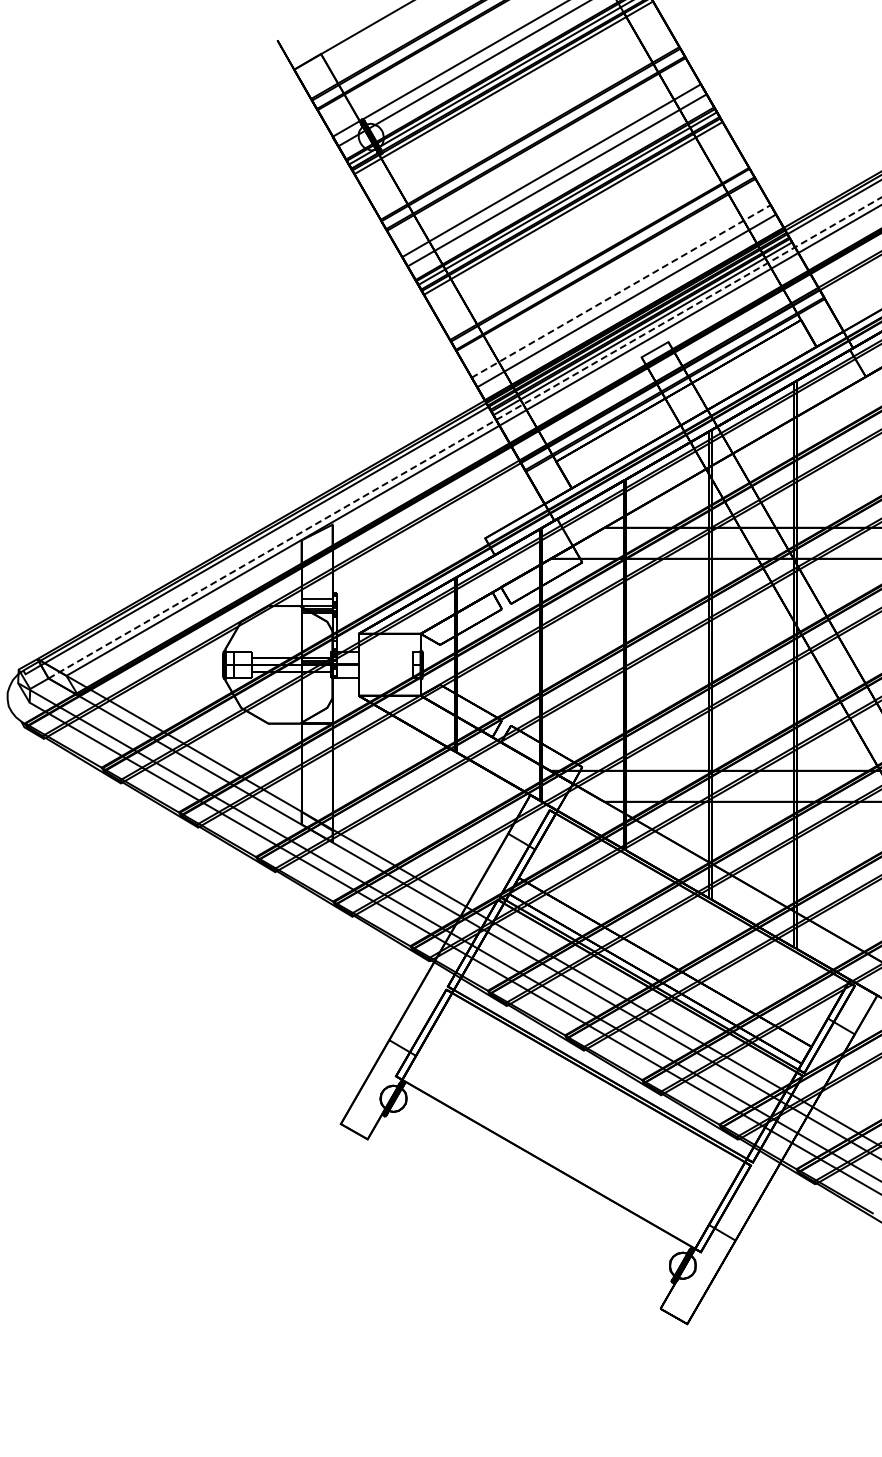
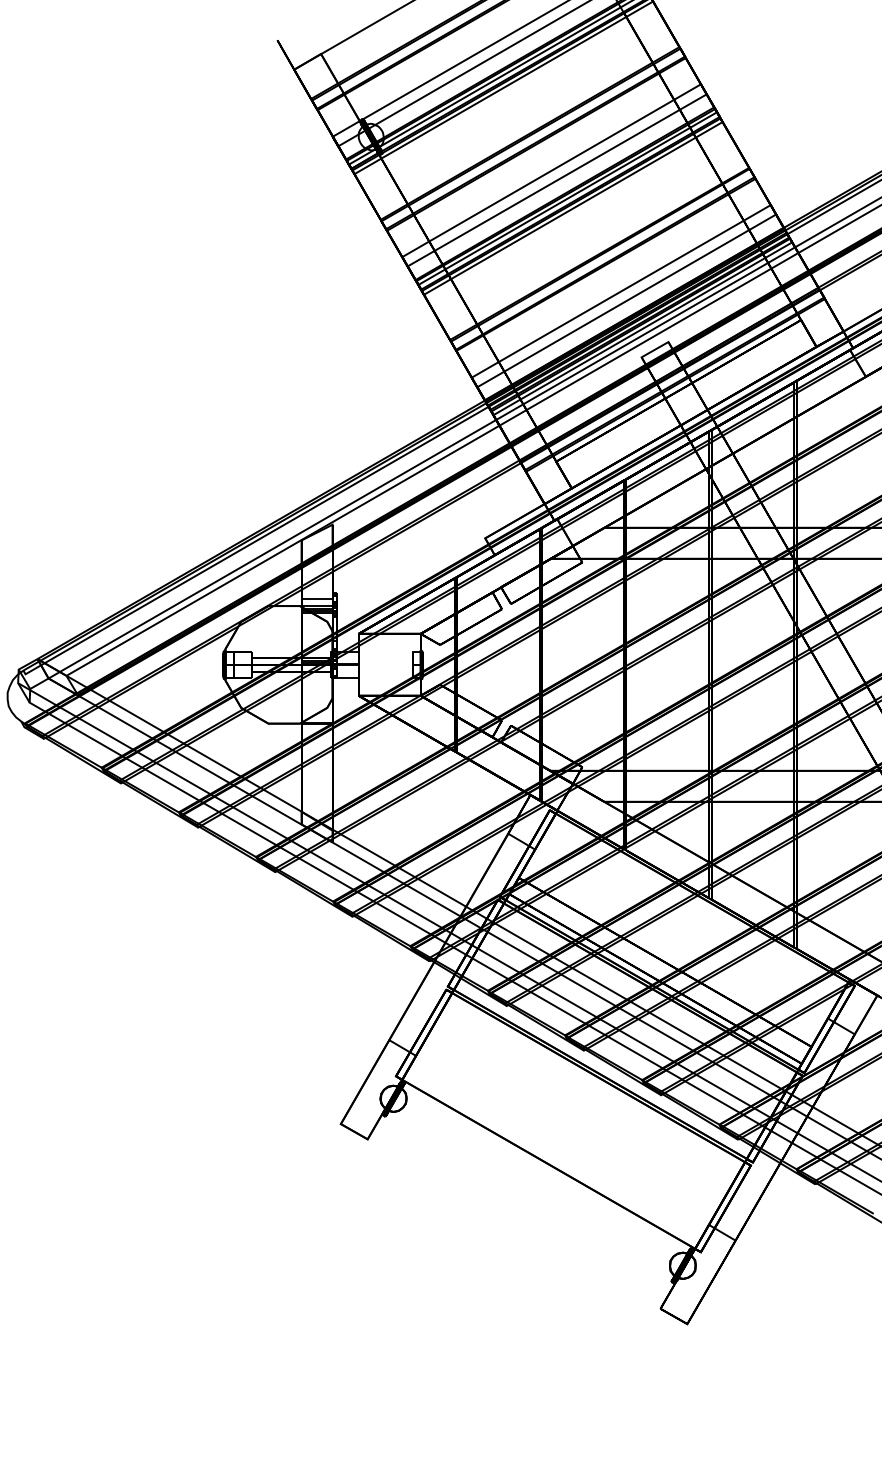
line at (621, 291): dashed -> solid
line at (465, 437): dashed -> solid
